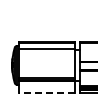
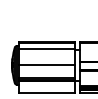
line at (46, 65): none -> present
line at (47, 93): dashed -> solid
